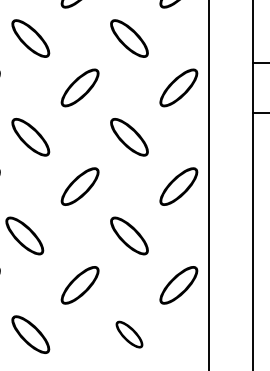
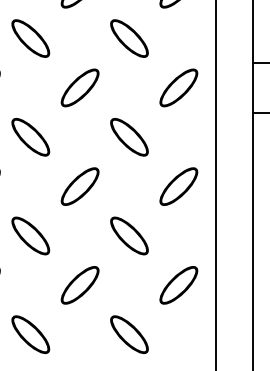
line at (208, 184) position: (208, 184) -> (215, 184)
part at (24, 235) position: (24, 235) -> (30, 235)
part at (129, 334) size: 29x29 px -> 39x39 px
